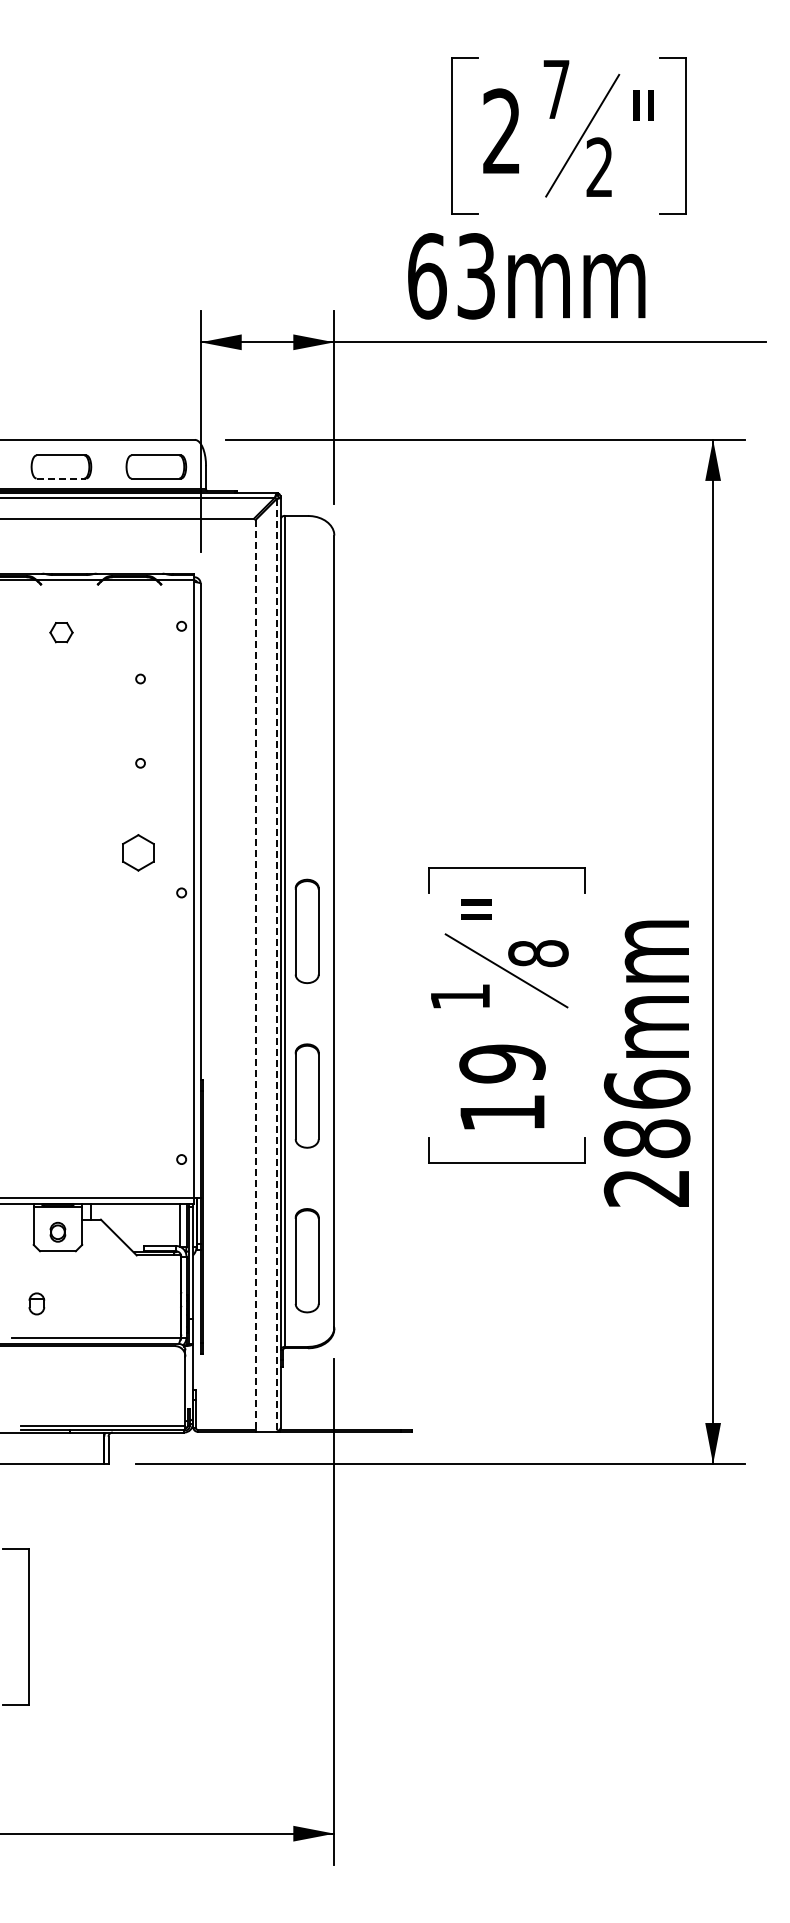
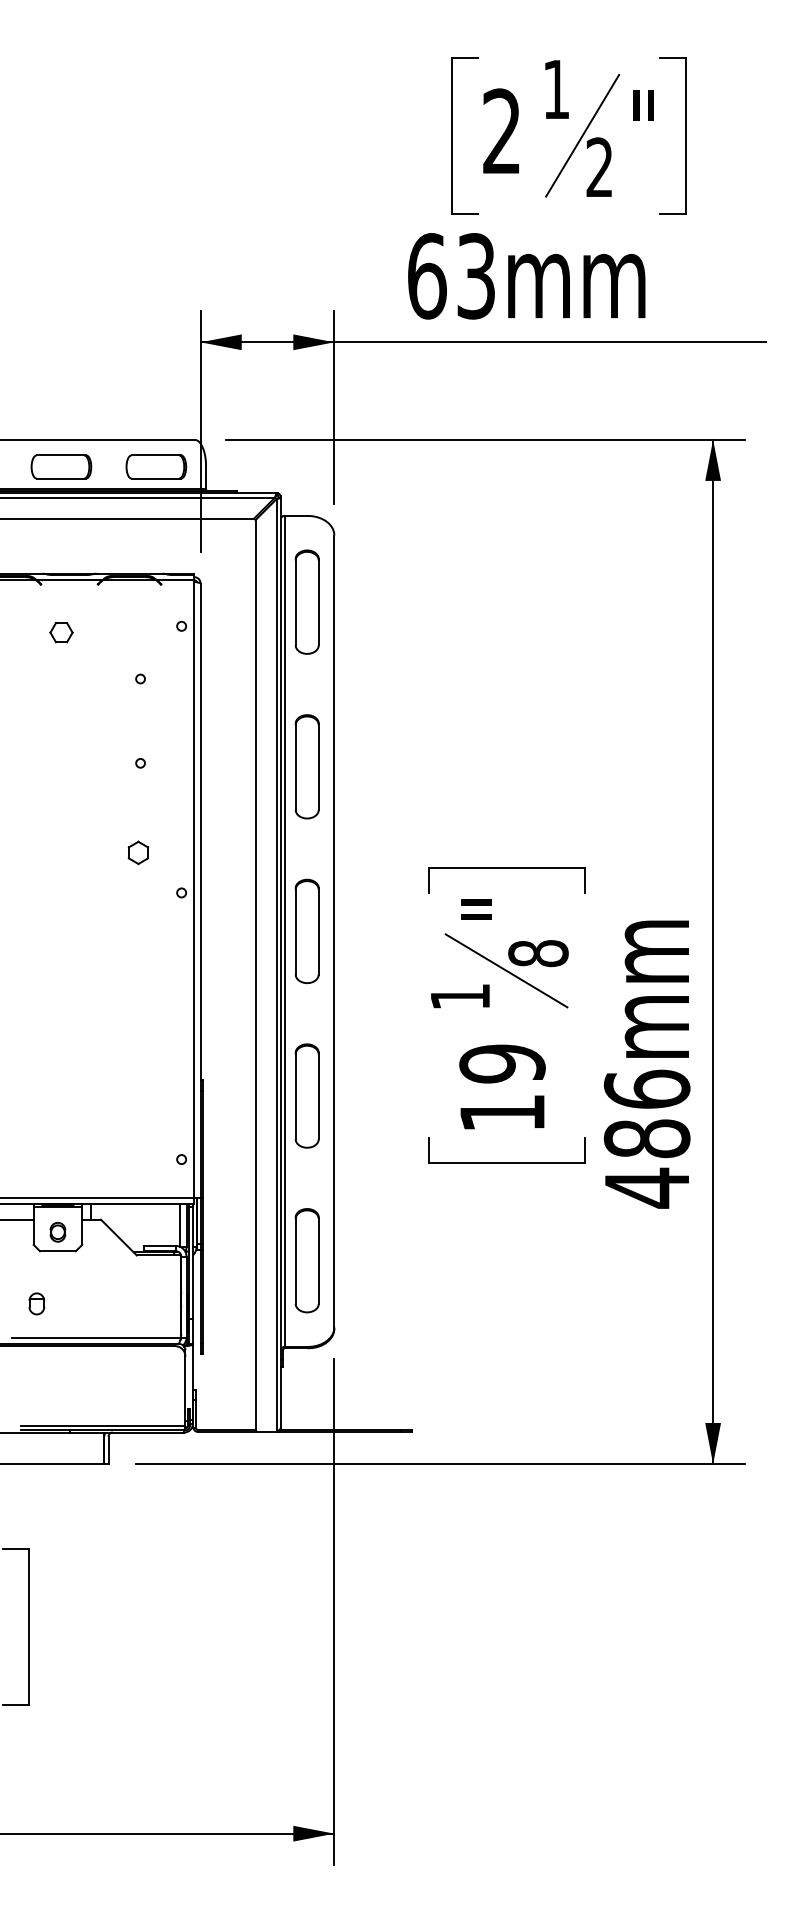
text at (556, 89): 7 -> 1
line at (61, 478): dashed -> solid
part at (306, 601): none -> present
part at (306, 766): none -> present
part at (138, 852) size: 33x38 px -> 23x26 px
line at (276, 965): dashed -> solid
line at (255, 975): dashed -> solid
text at (645, 1187): 286mm -> 486mm
line at (17, 1219): none -> present
